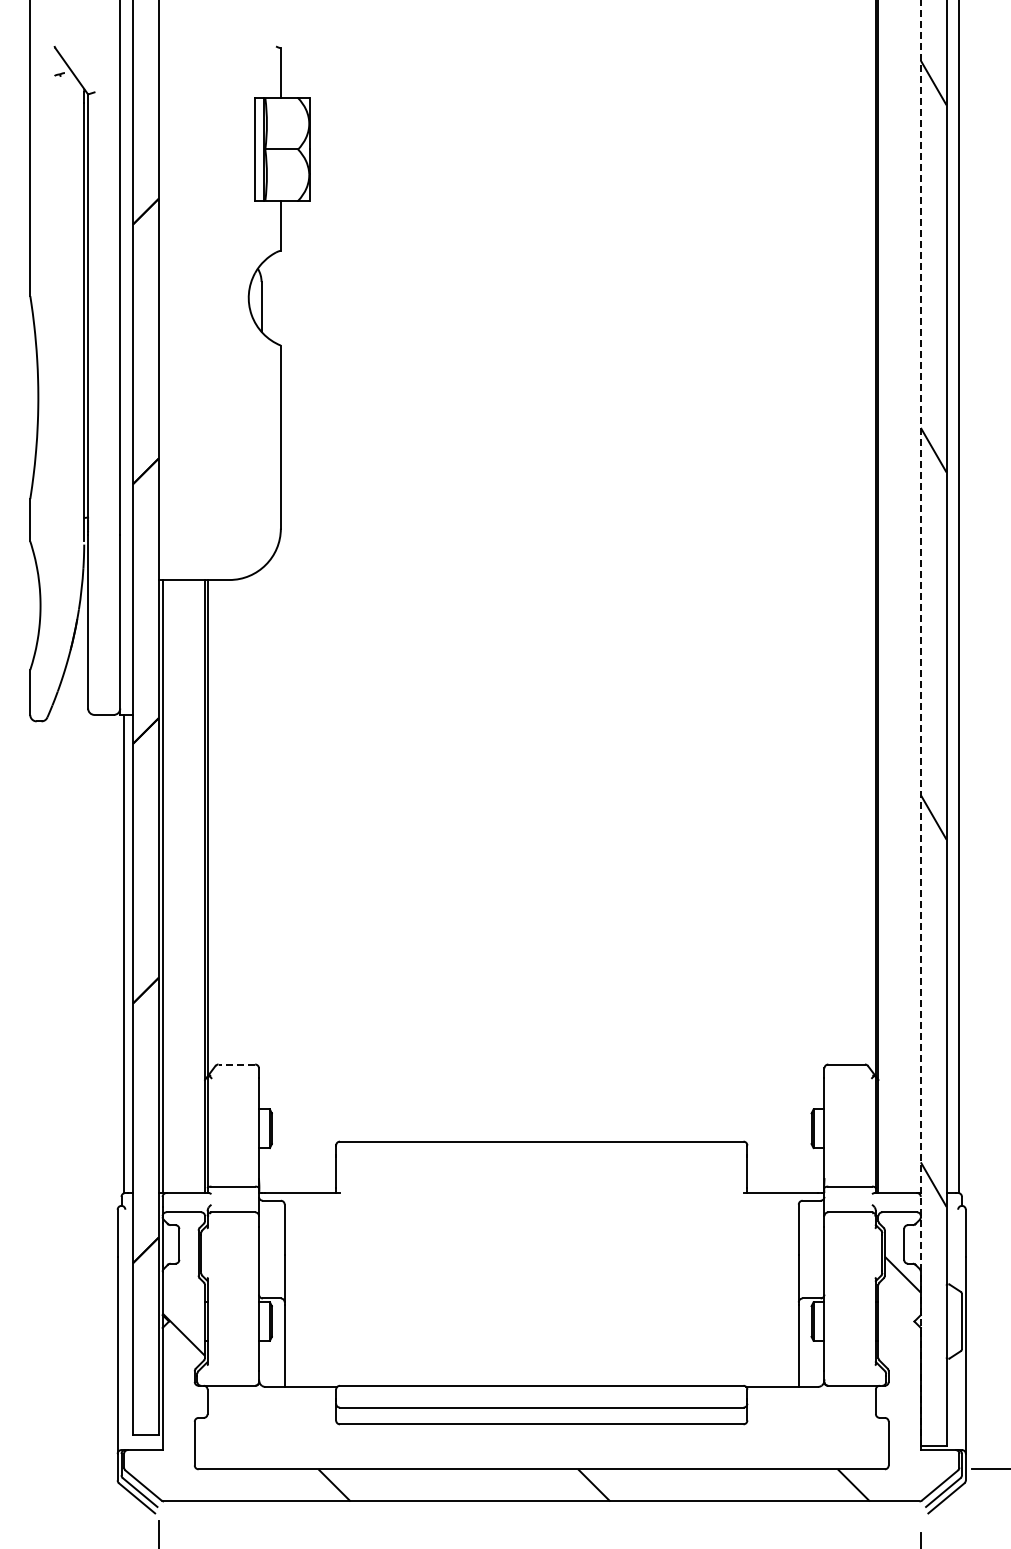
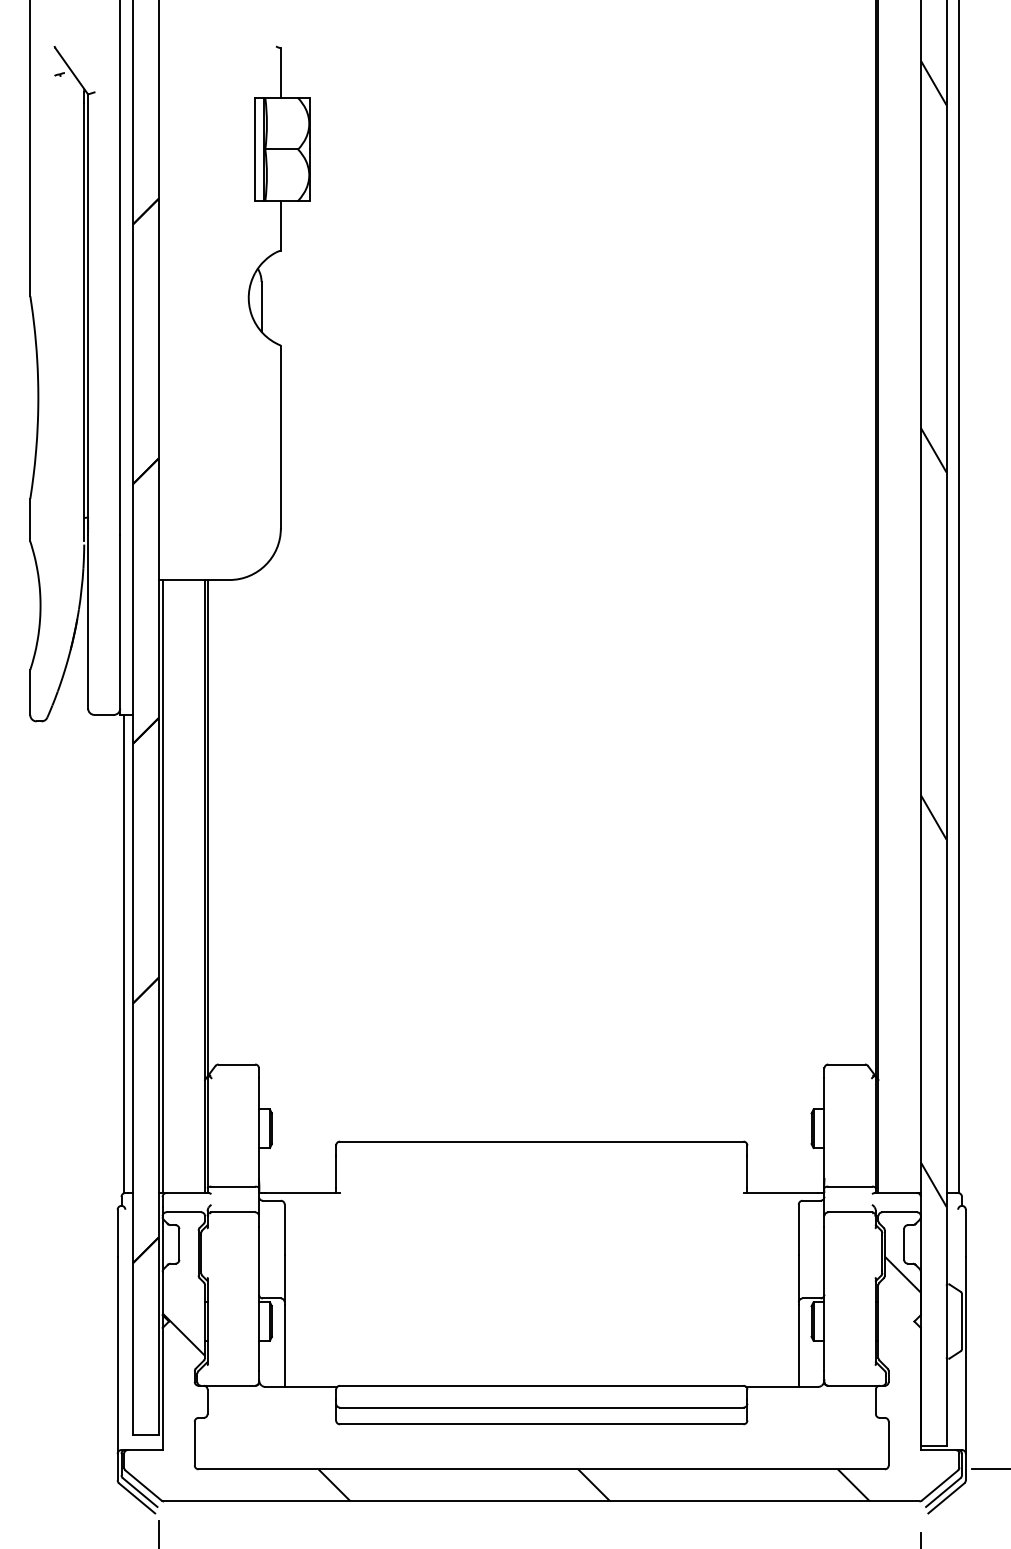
line at (920, 723): dashed -> solid
line at (236, 1064): dashed -> solid
